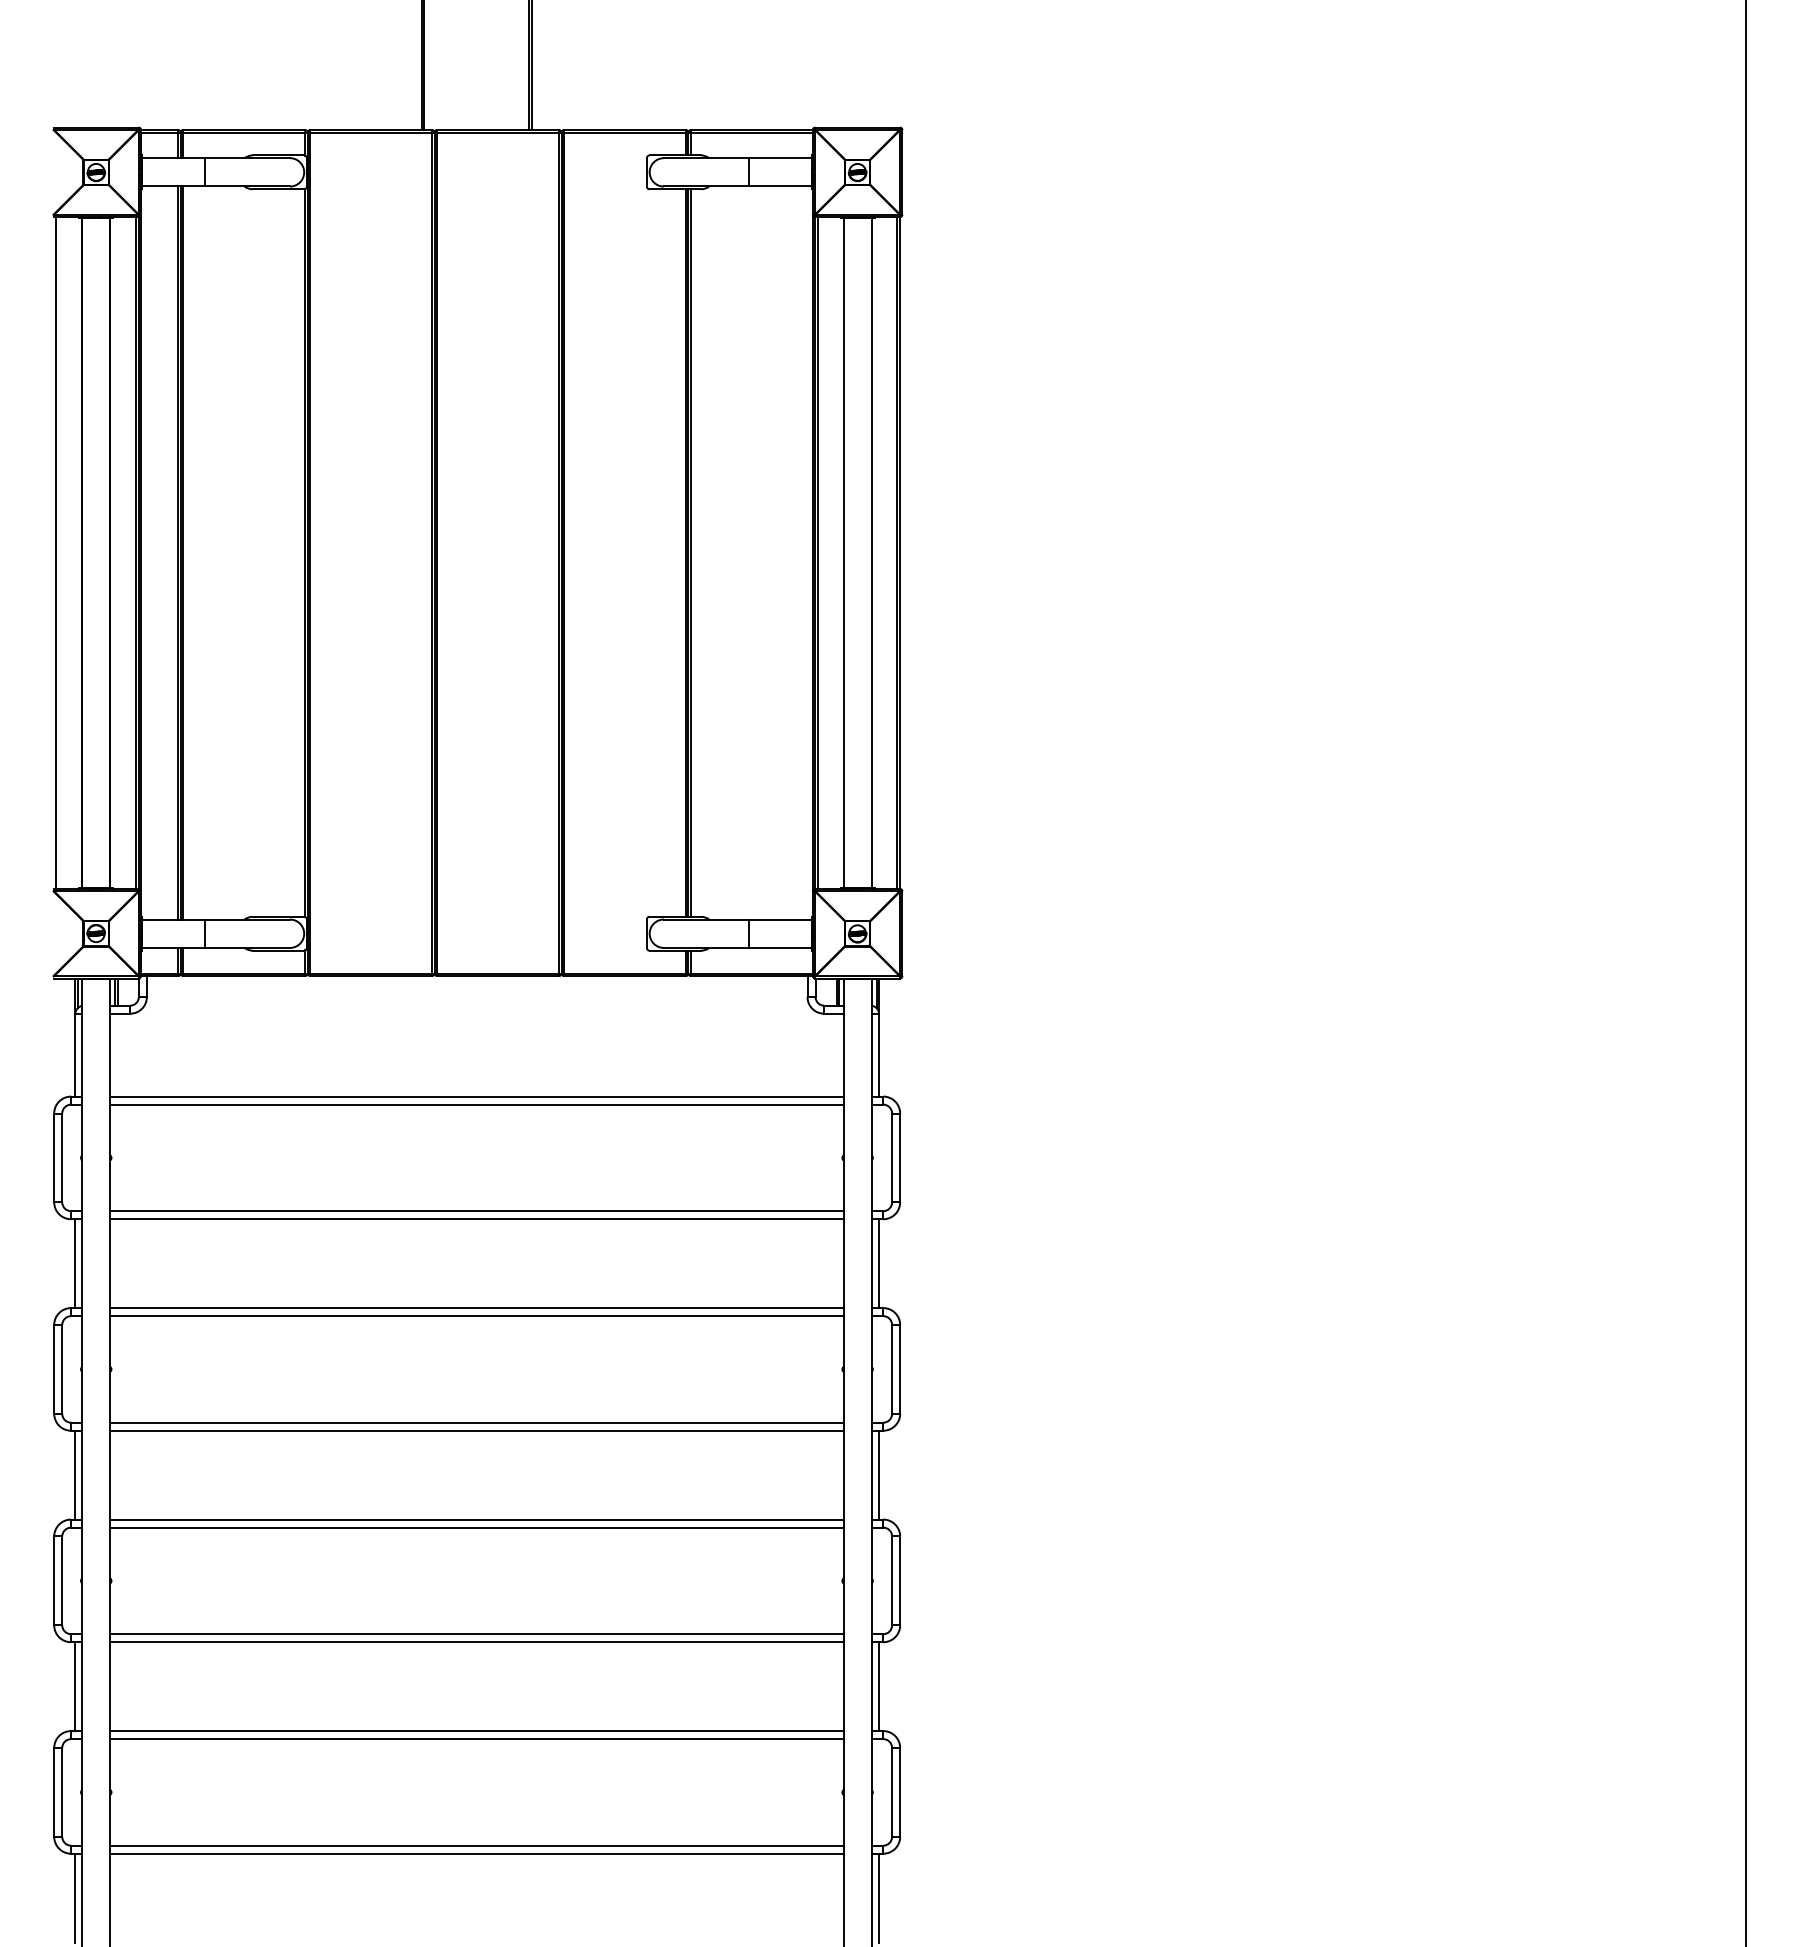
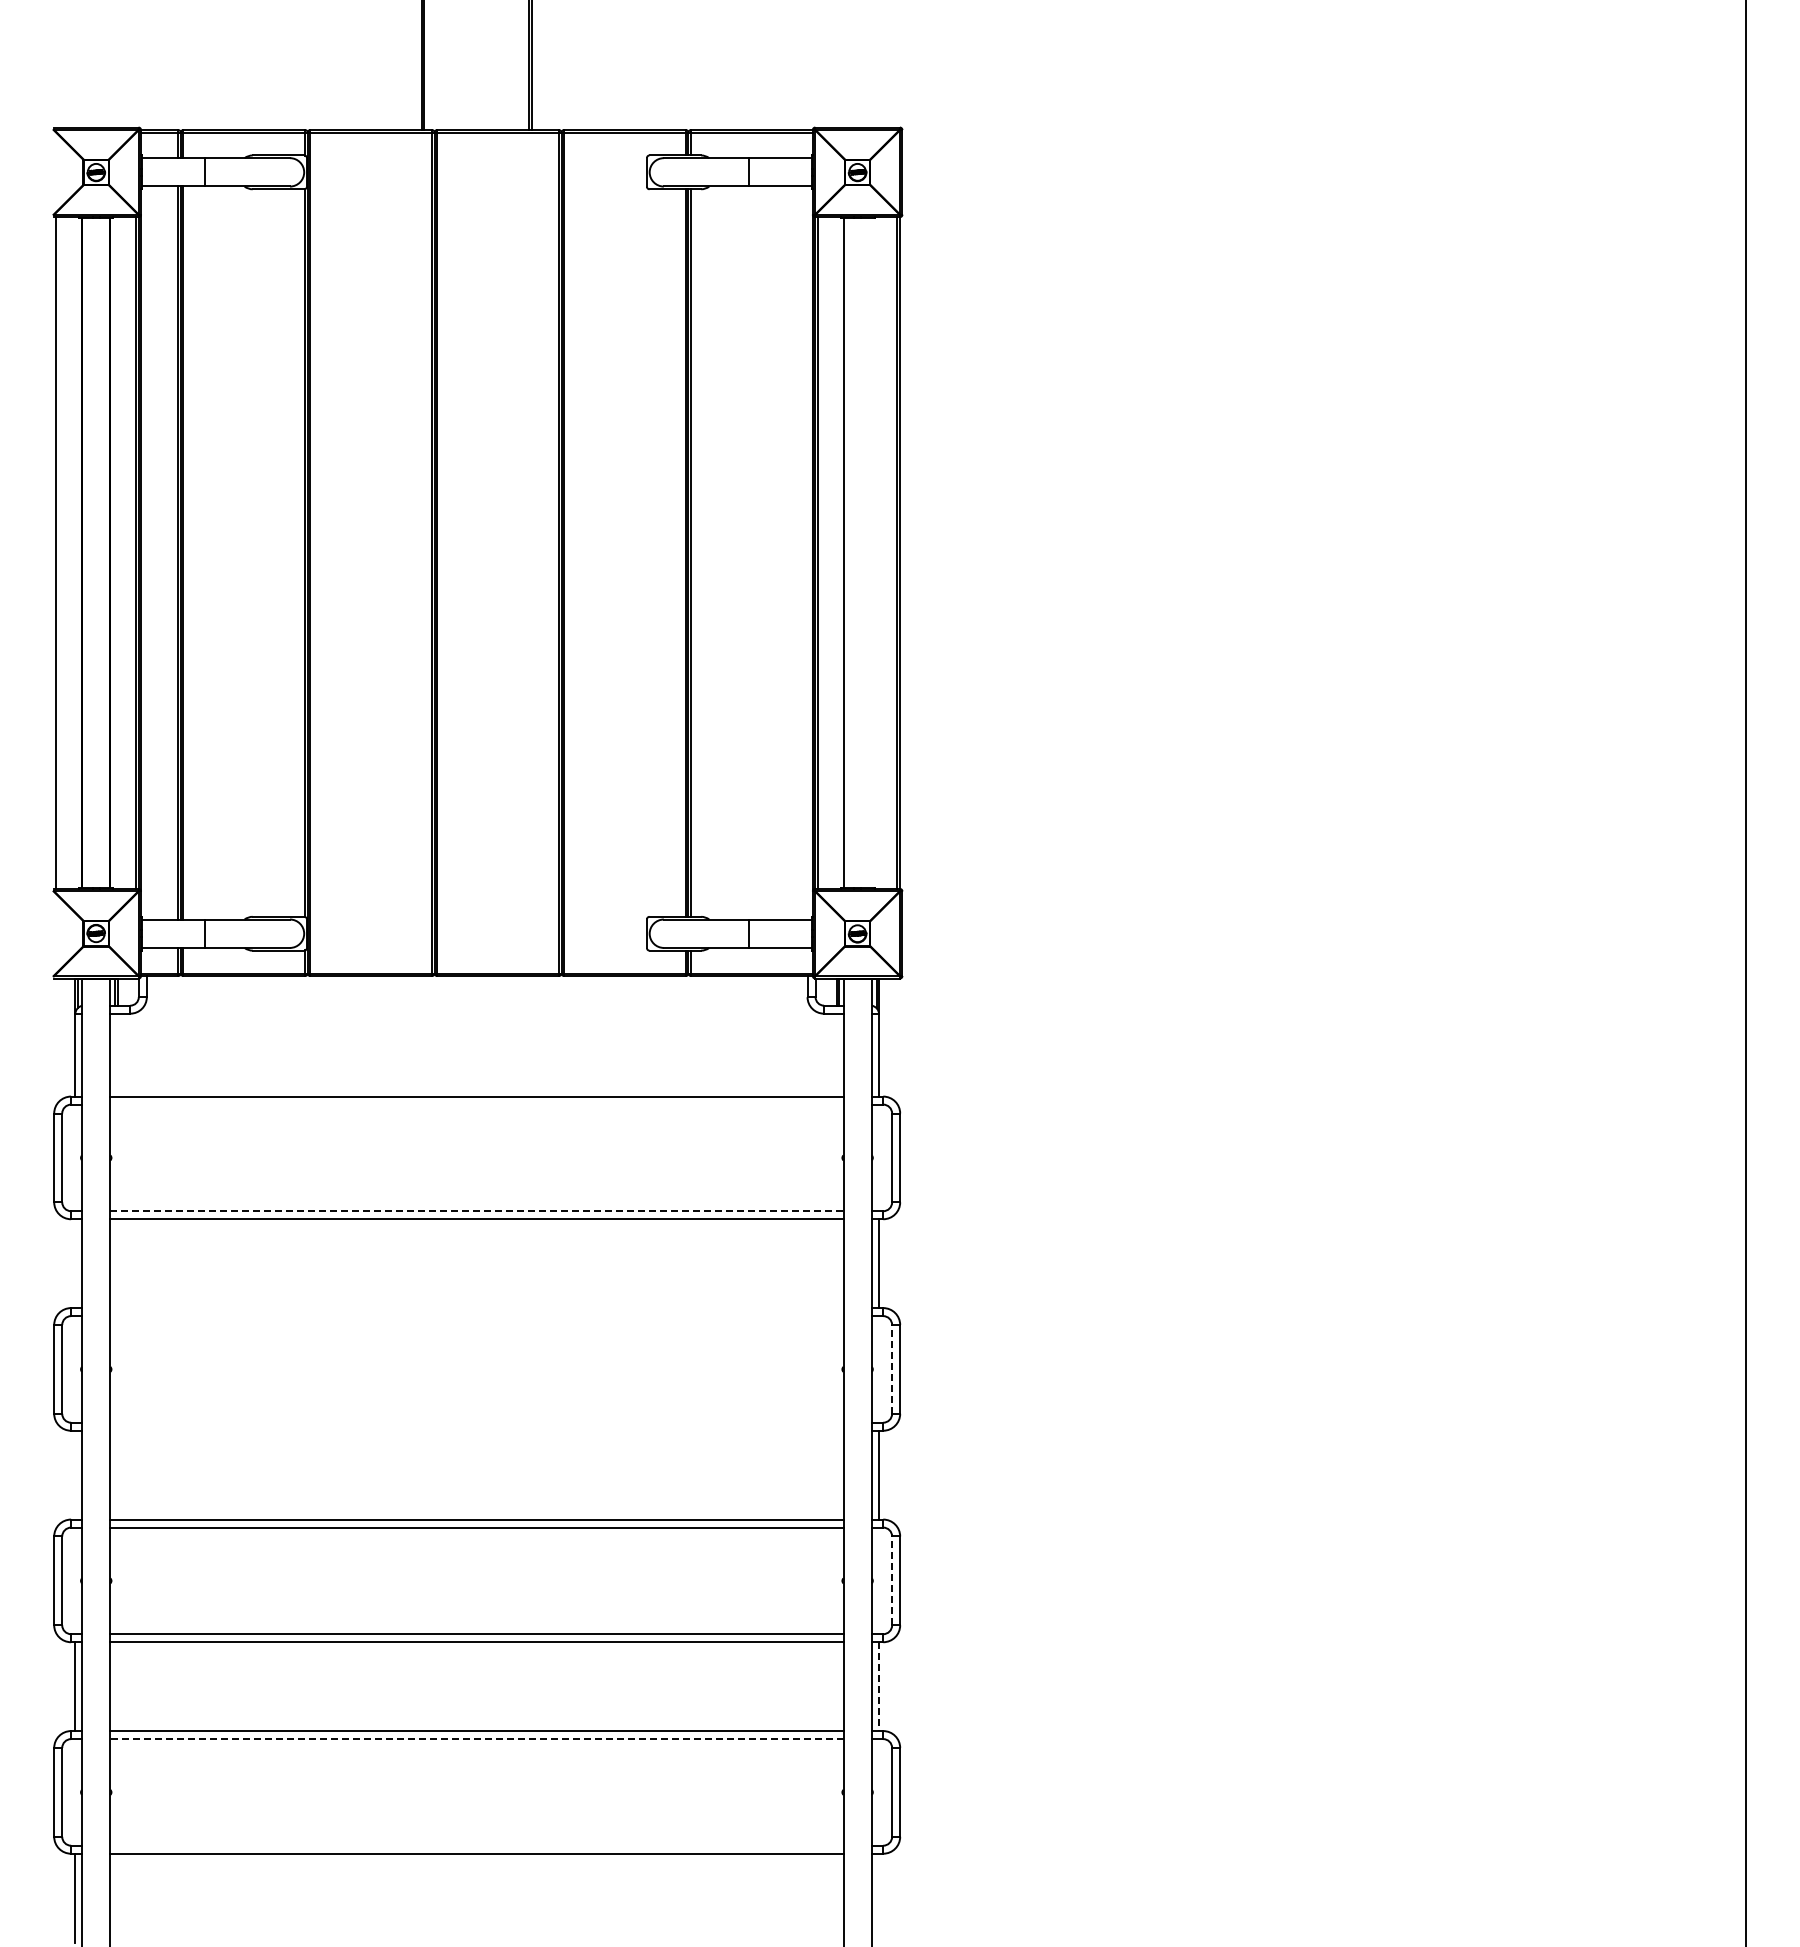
line at (871, 553): present -> none
line at (476, 1104): present -> none
line at (476, 1211): solid -> dashed
line at (75, 1263): present -> none
line at (476, 1308): present -> none
line at (476, 1316): present -> none
line at (892, 1368): solid -> dashed
line at (476, 1422): present -> none
line at (476, 1430): present -> none
line at (75, 1474): present -> none
line at (892, 1580): solid -> dashed
line at (879, 1687): solid -> dashed
line at (476, 1739): solid -> dashed
line at (476, 1845): present -> none
line at (879, 1897): present -> none
